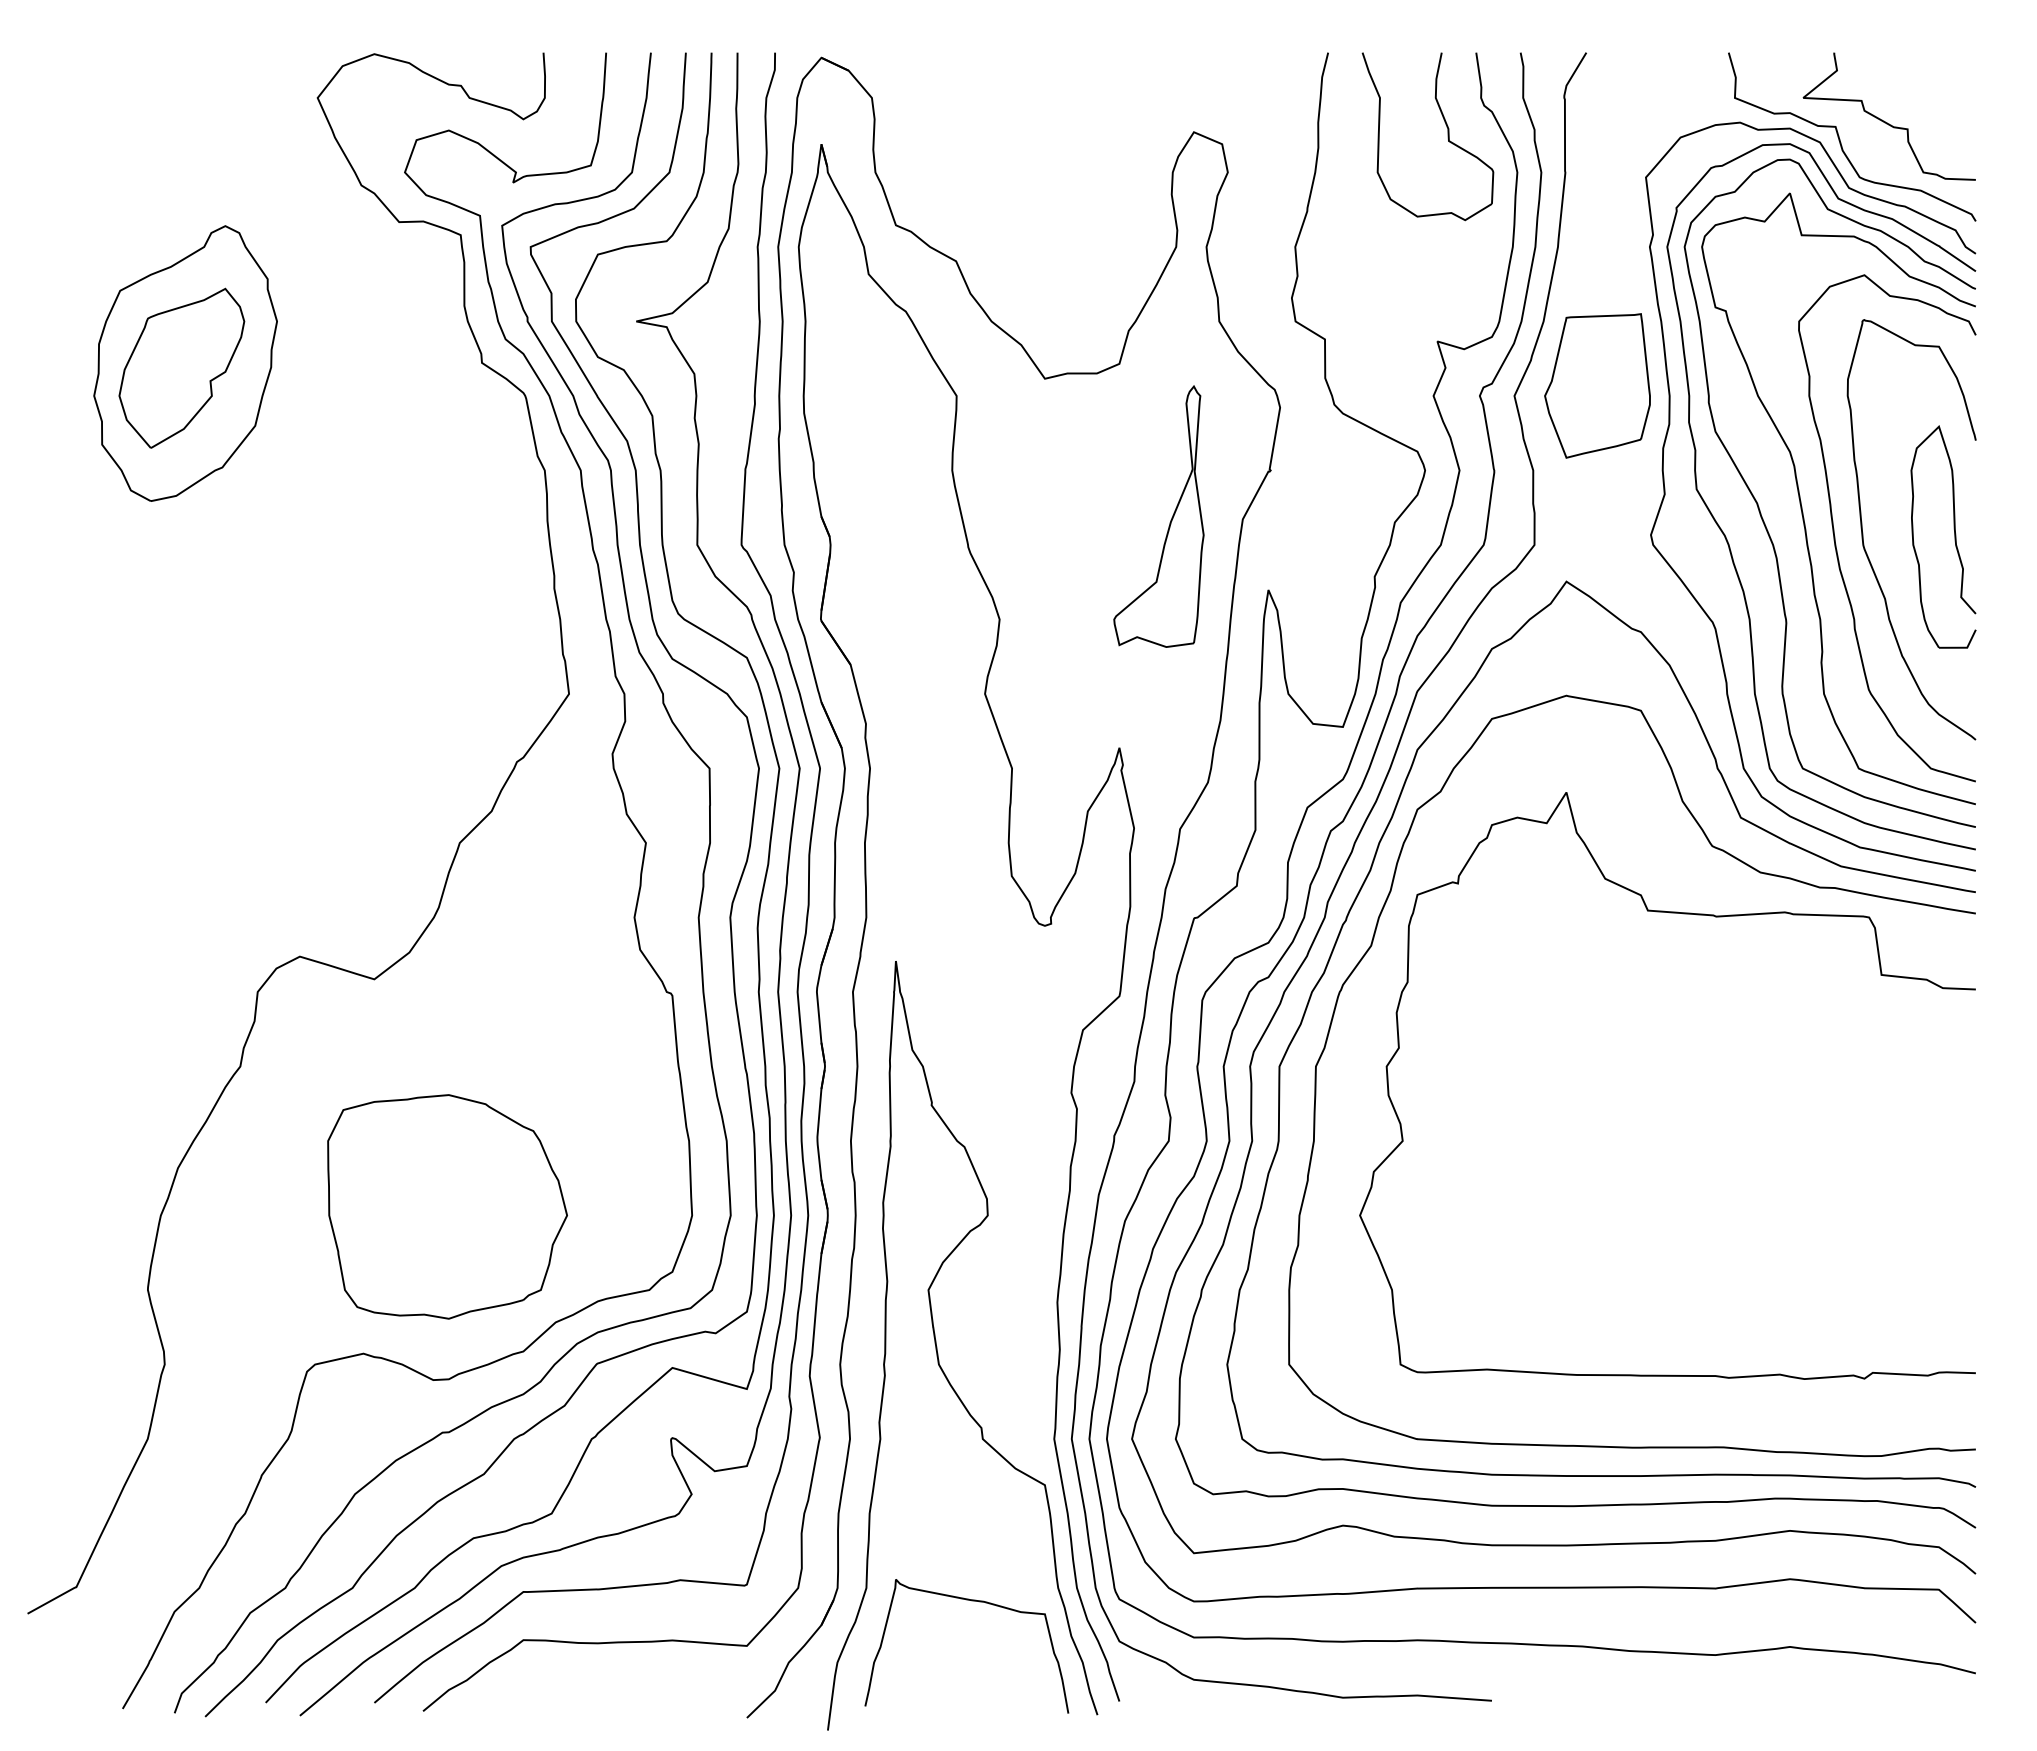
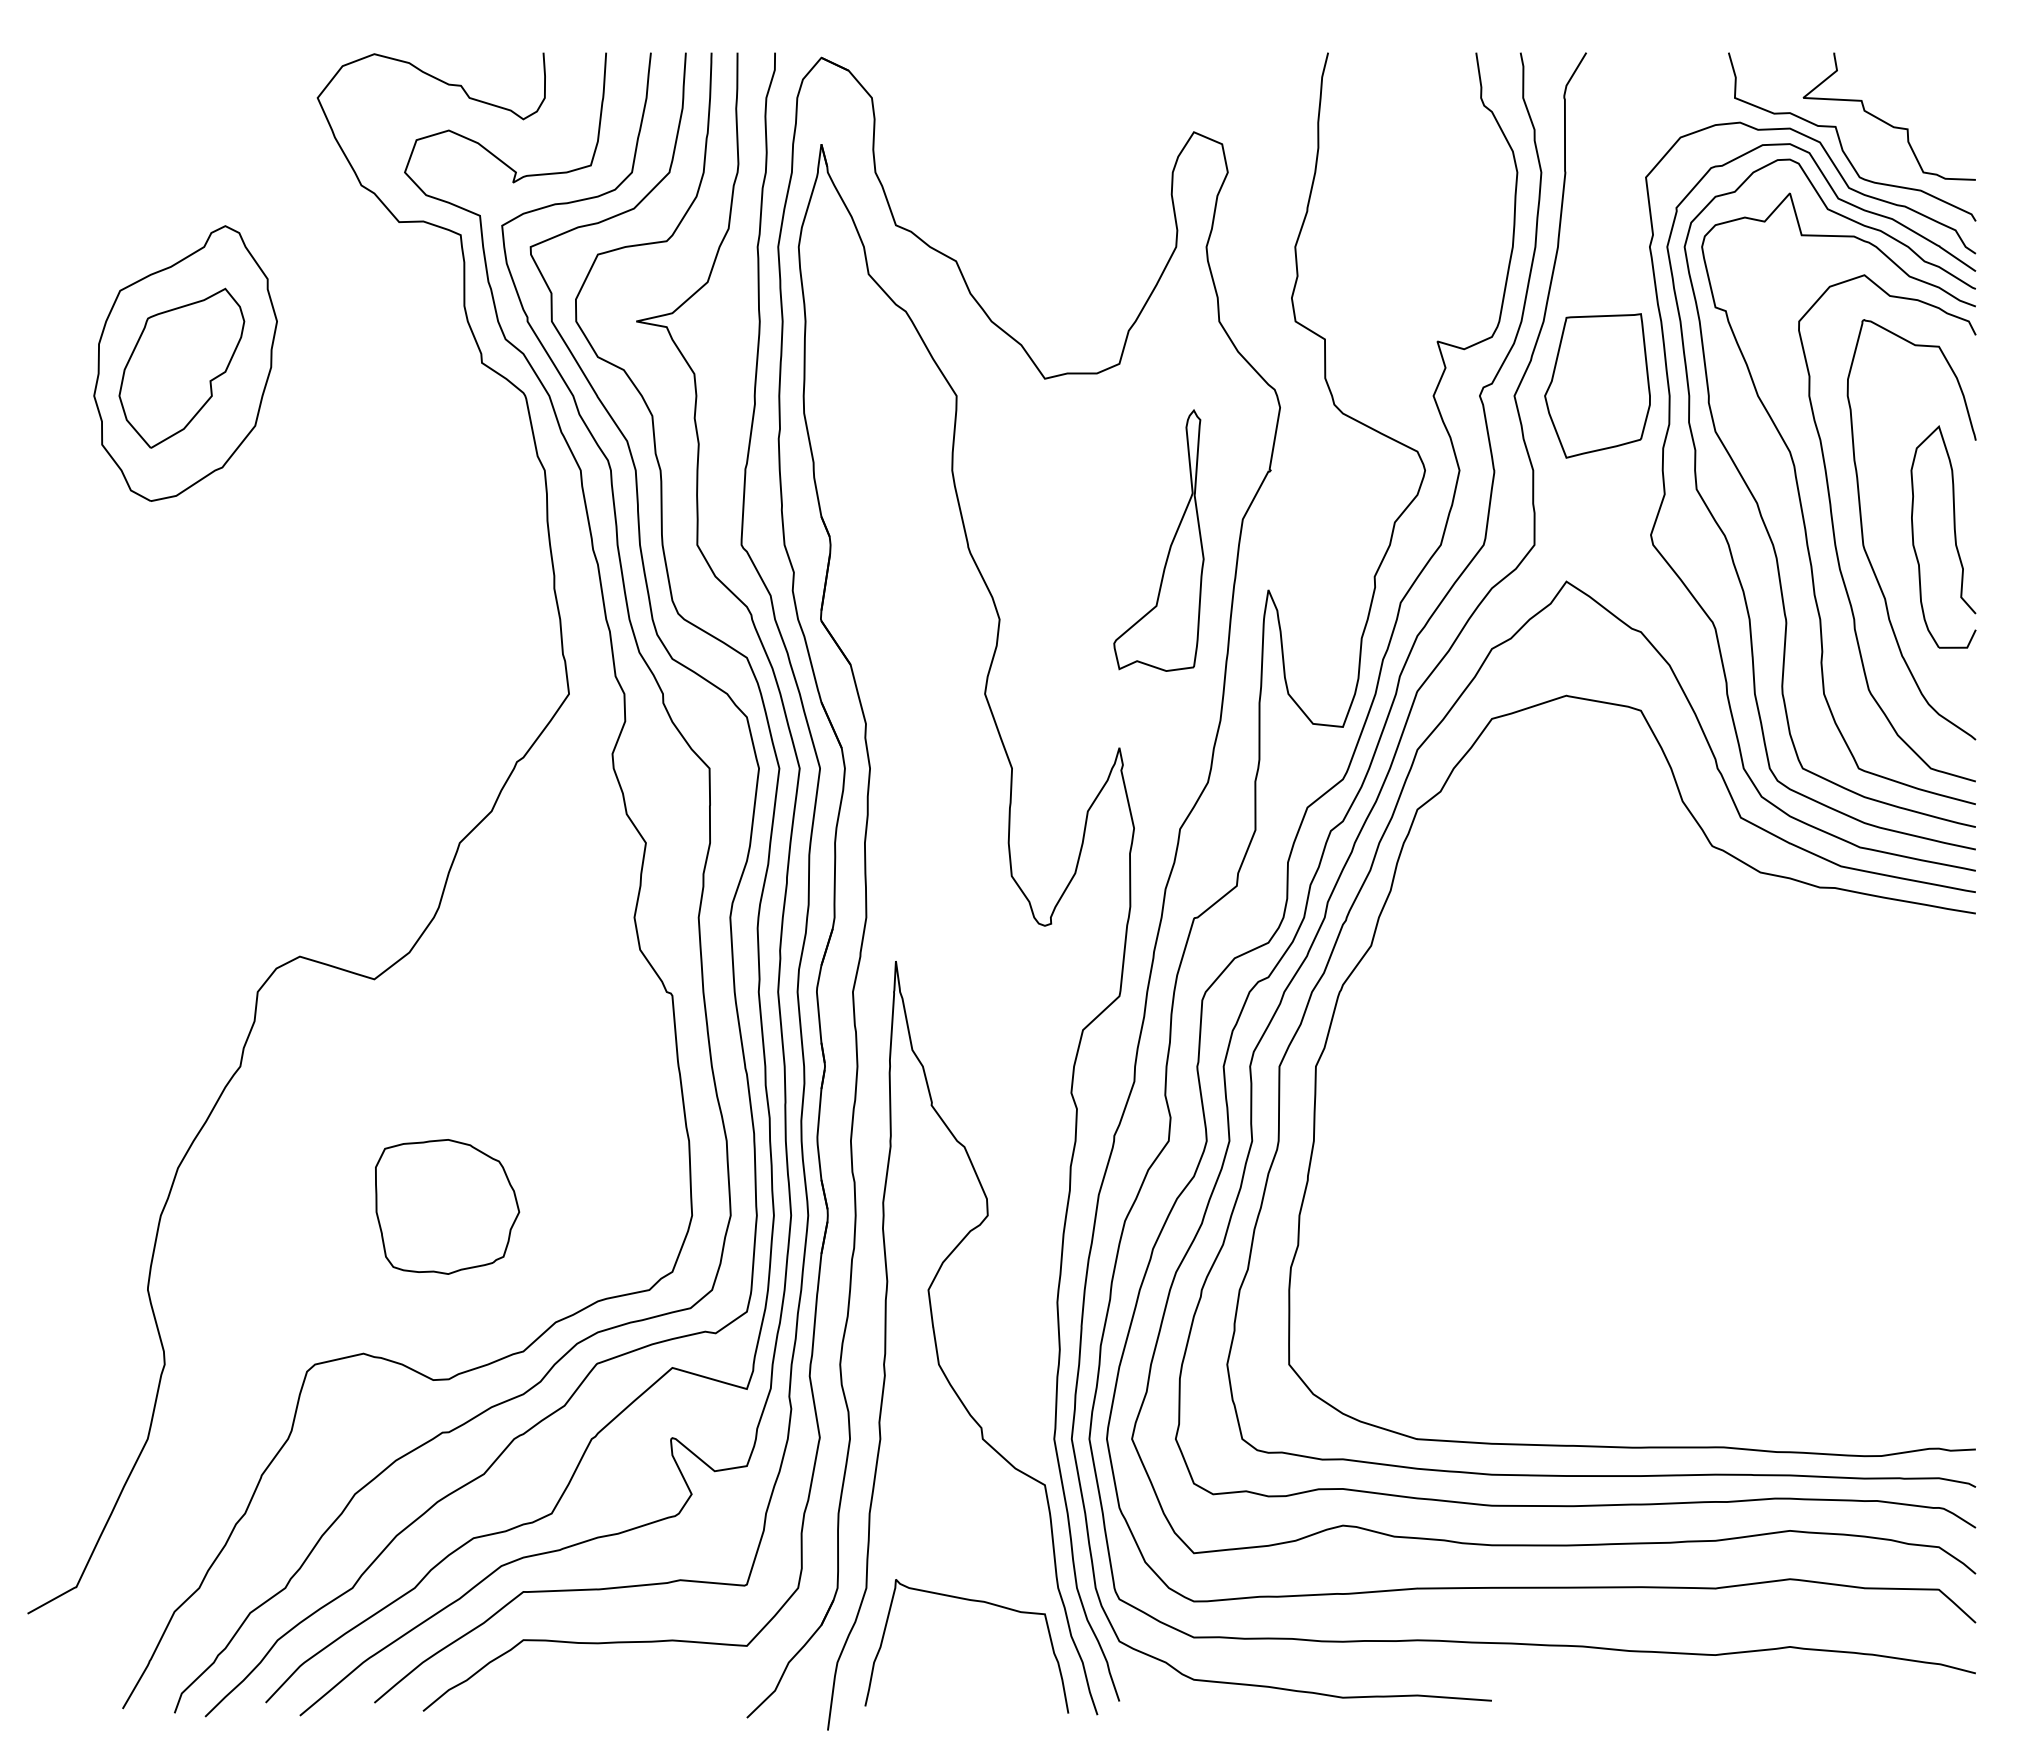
part at (1447, 136): present -> none
part at (1169, 522) position: (1169, 522) -> (1169, 546)
curve at (1683, 914): present -> none
part at (447, 1206) size: 241x226 px -> 146x136 px
